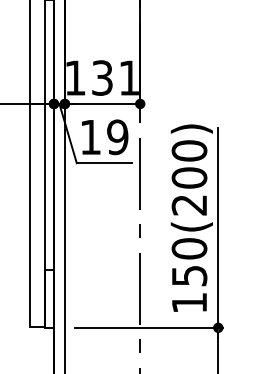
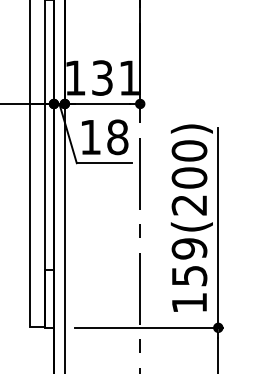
text at (117, 137): 19 -> 18
text at (189, 248): 150(200) -> 159(200)
